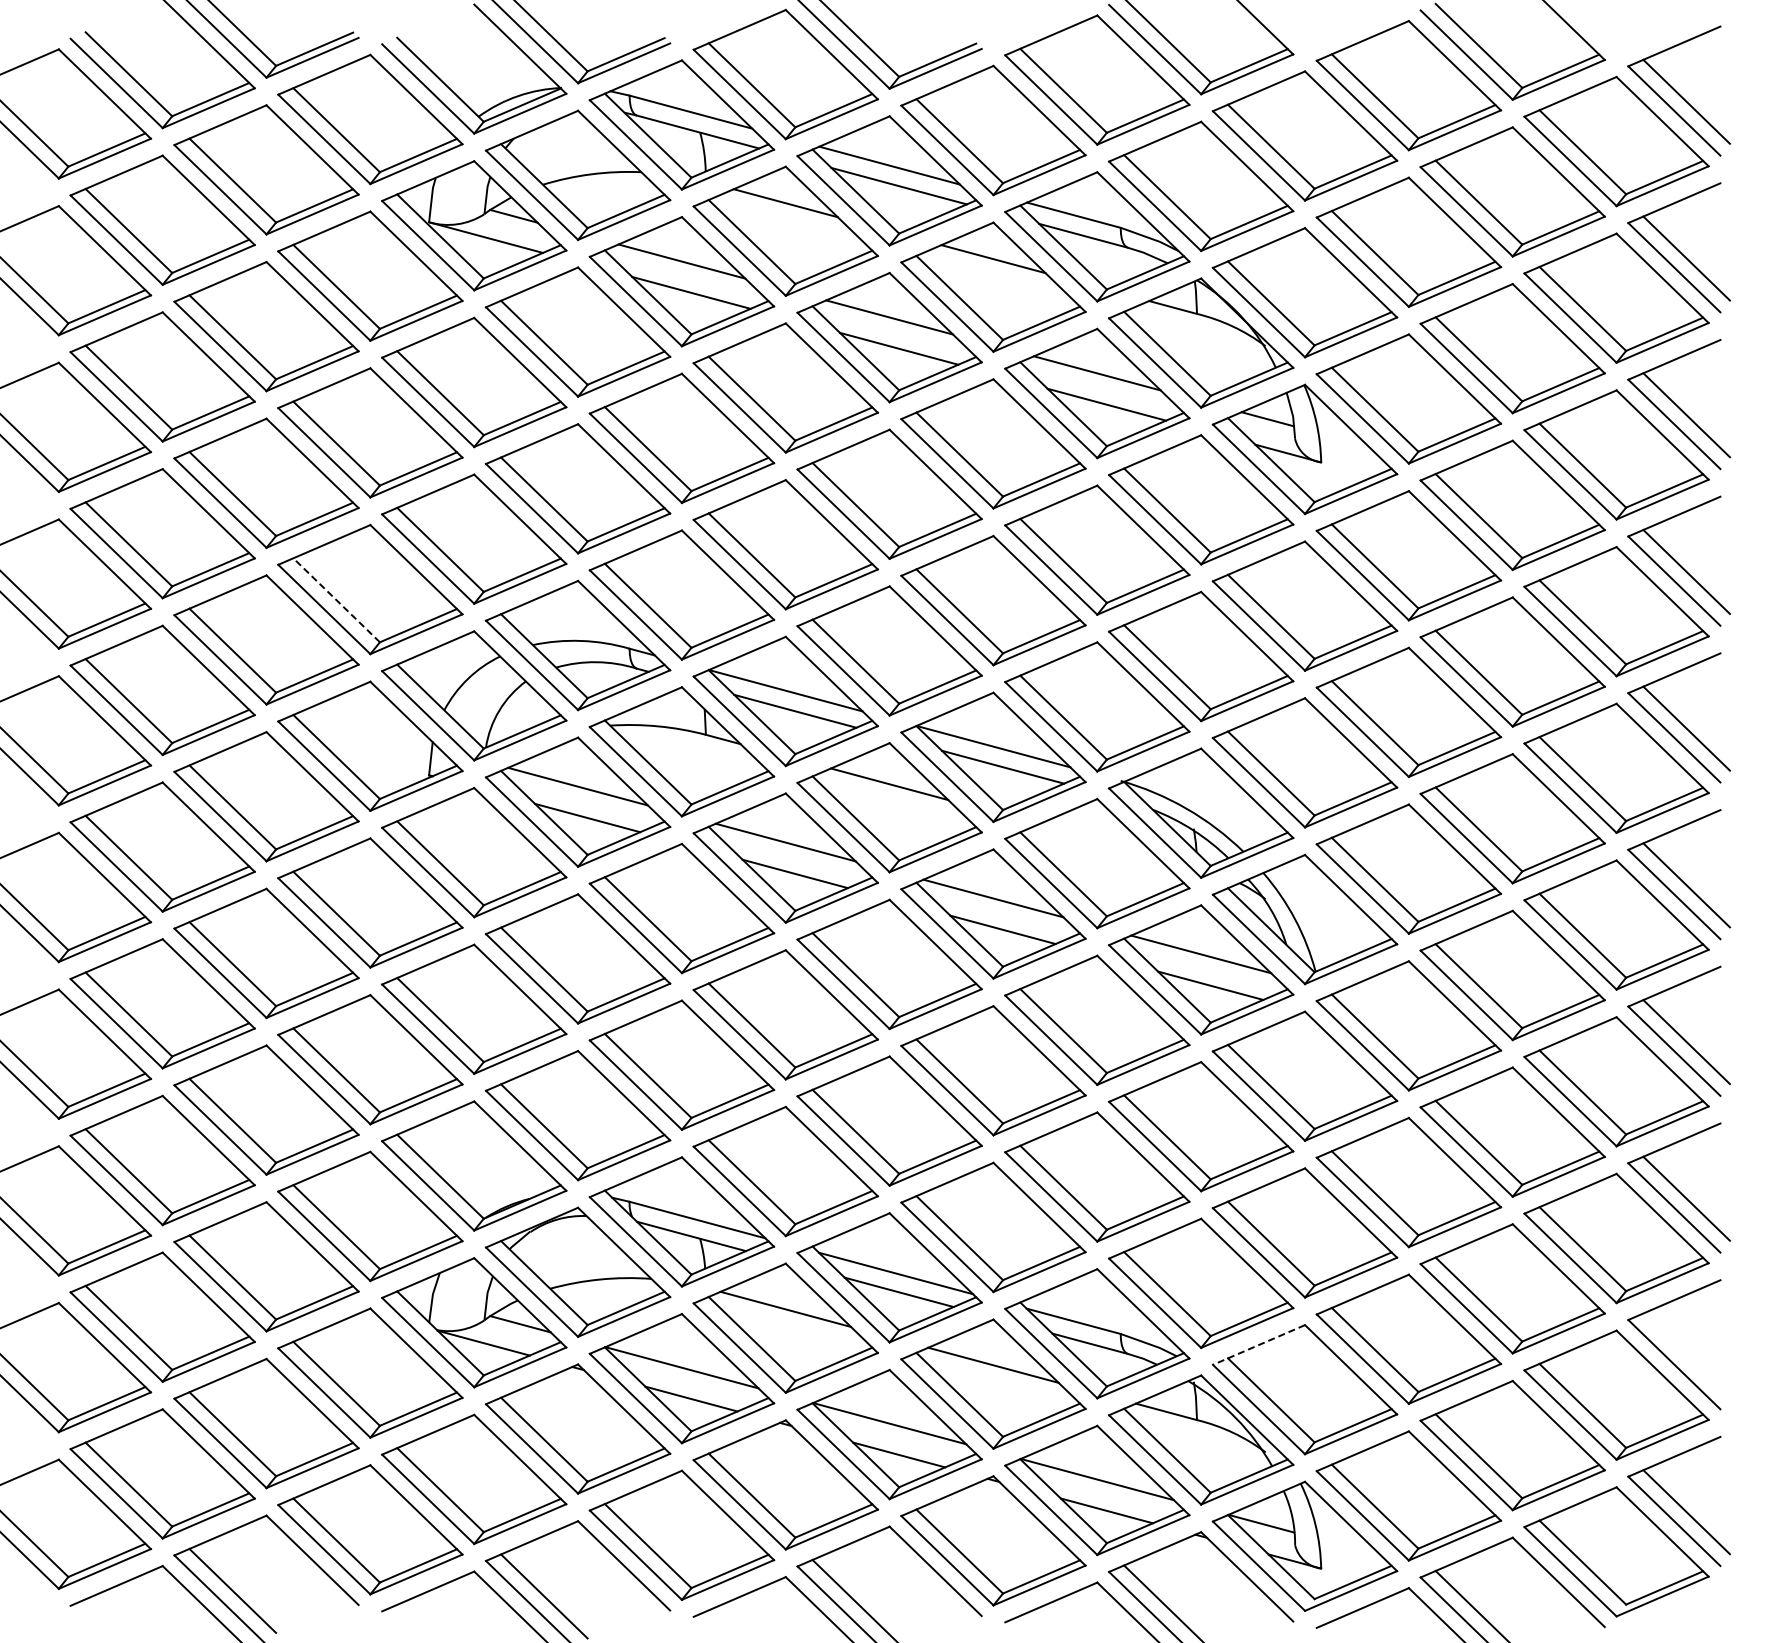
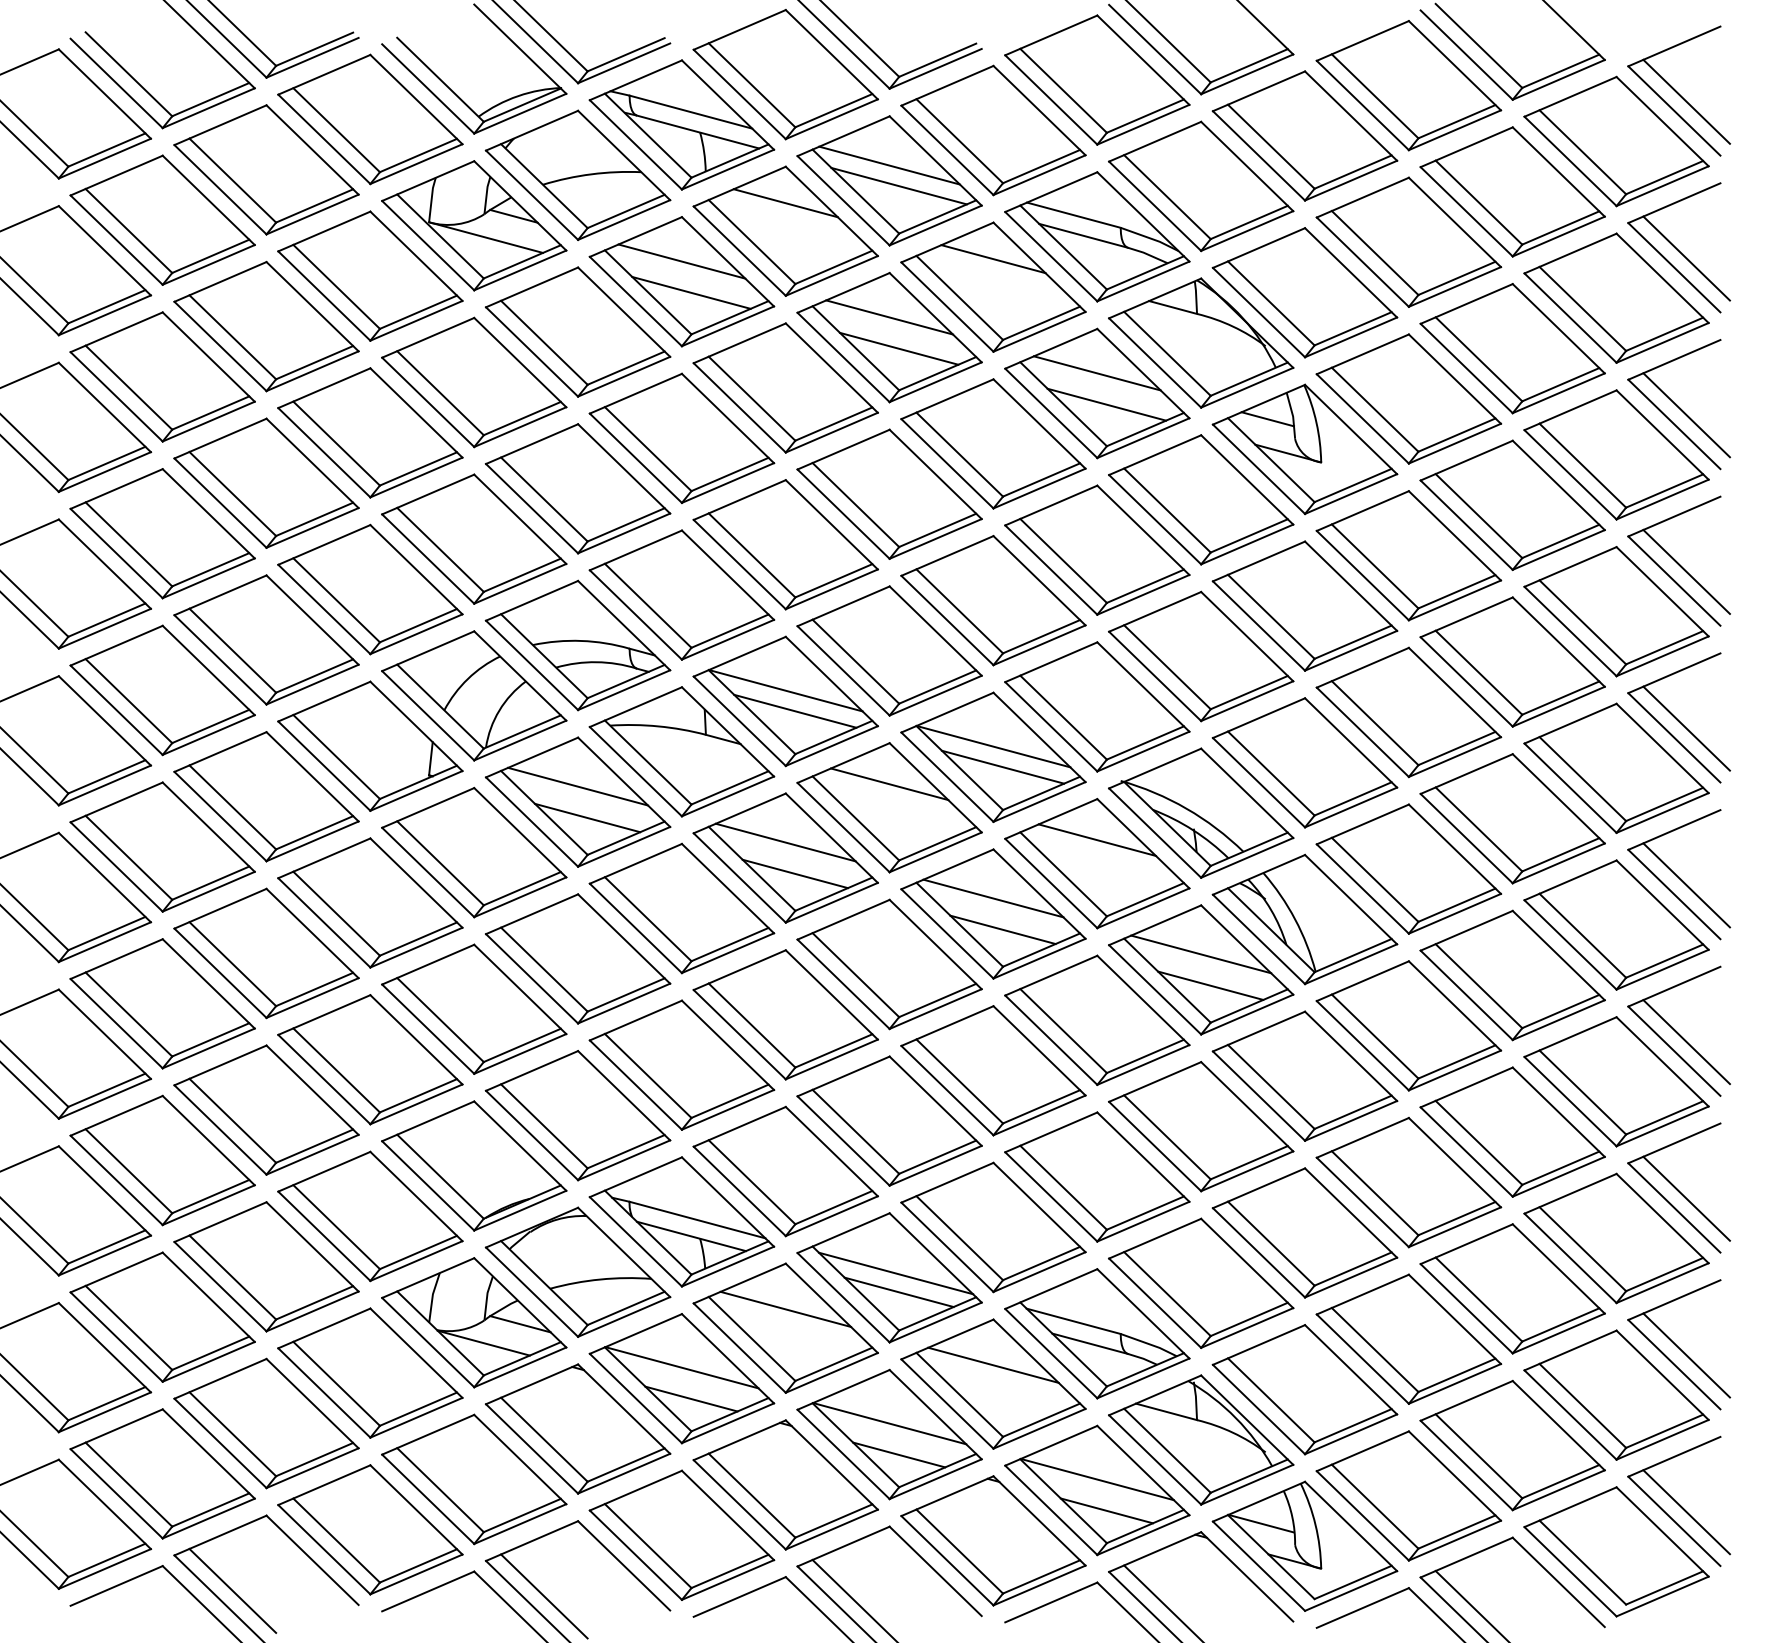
line at (336, 599): dashed -> solid
line at (1096, 839): none -> present
line at (1258, 1345): dashed -> solid
line at (1686, 1355): none -> present
